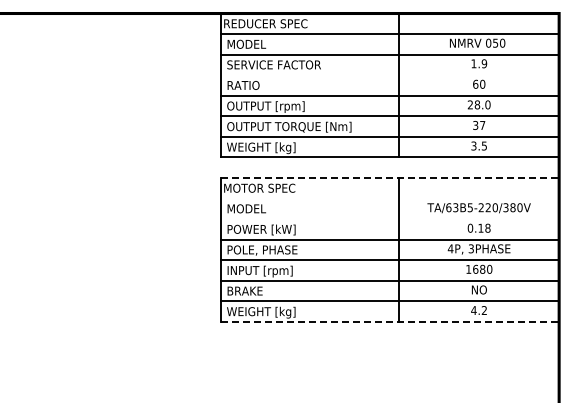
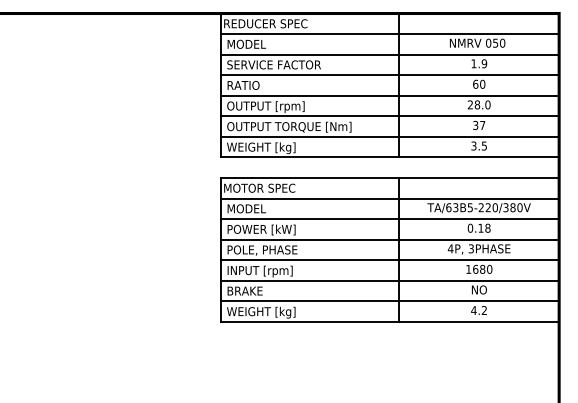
line at (389, 75): none -> present
line at (390, 178): dashed -> solid
line at (389, 198): none -> present
line at (389, 219): none -> present
line at (390, 321): dashed -> solid
